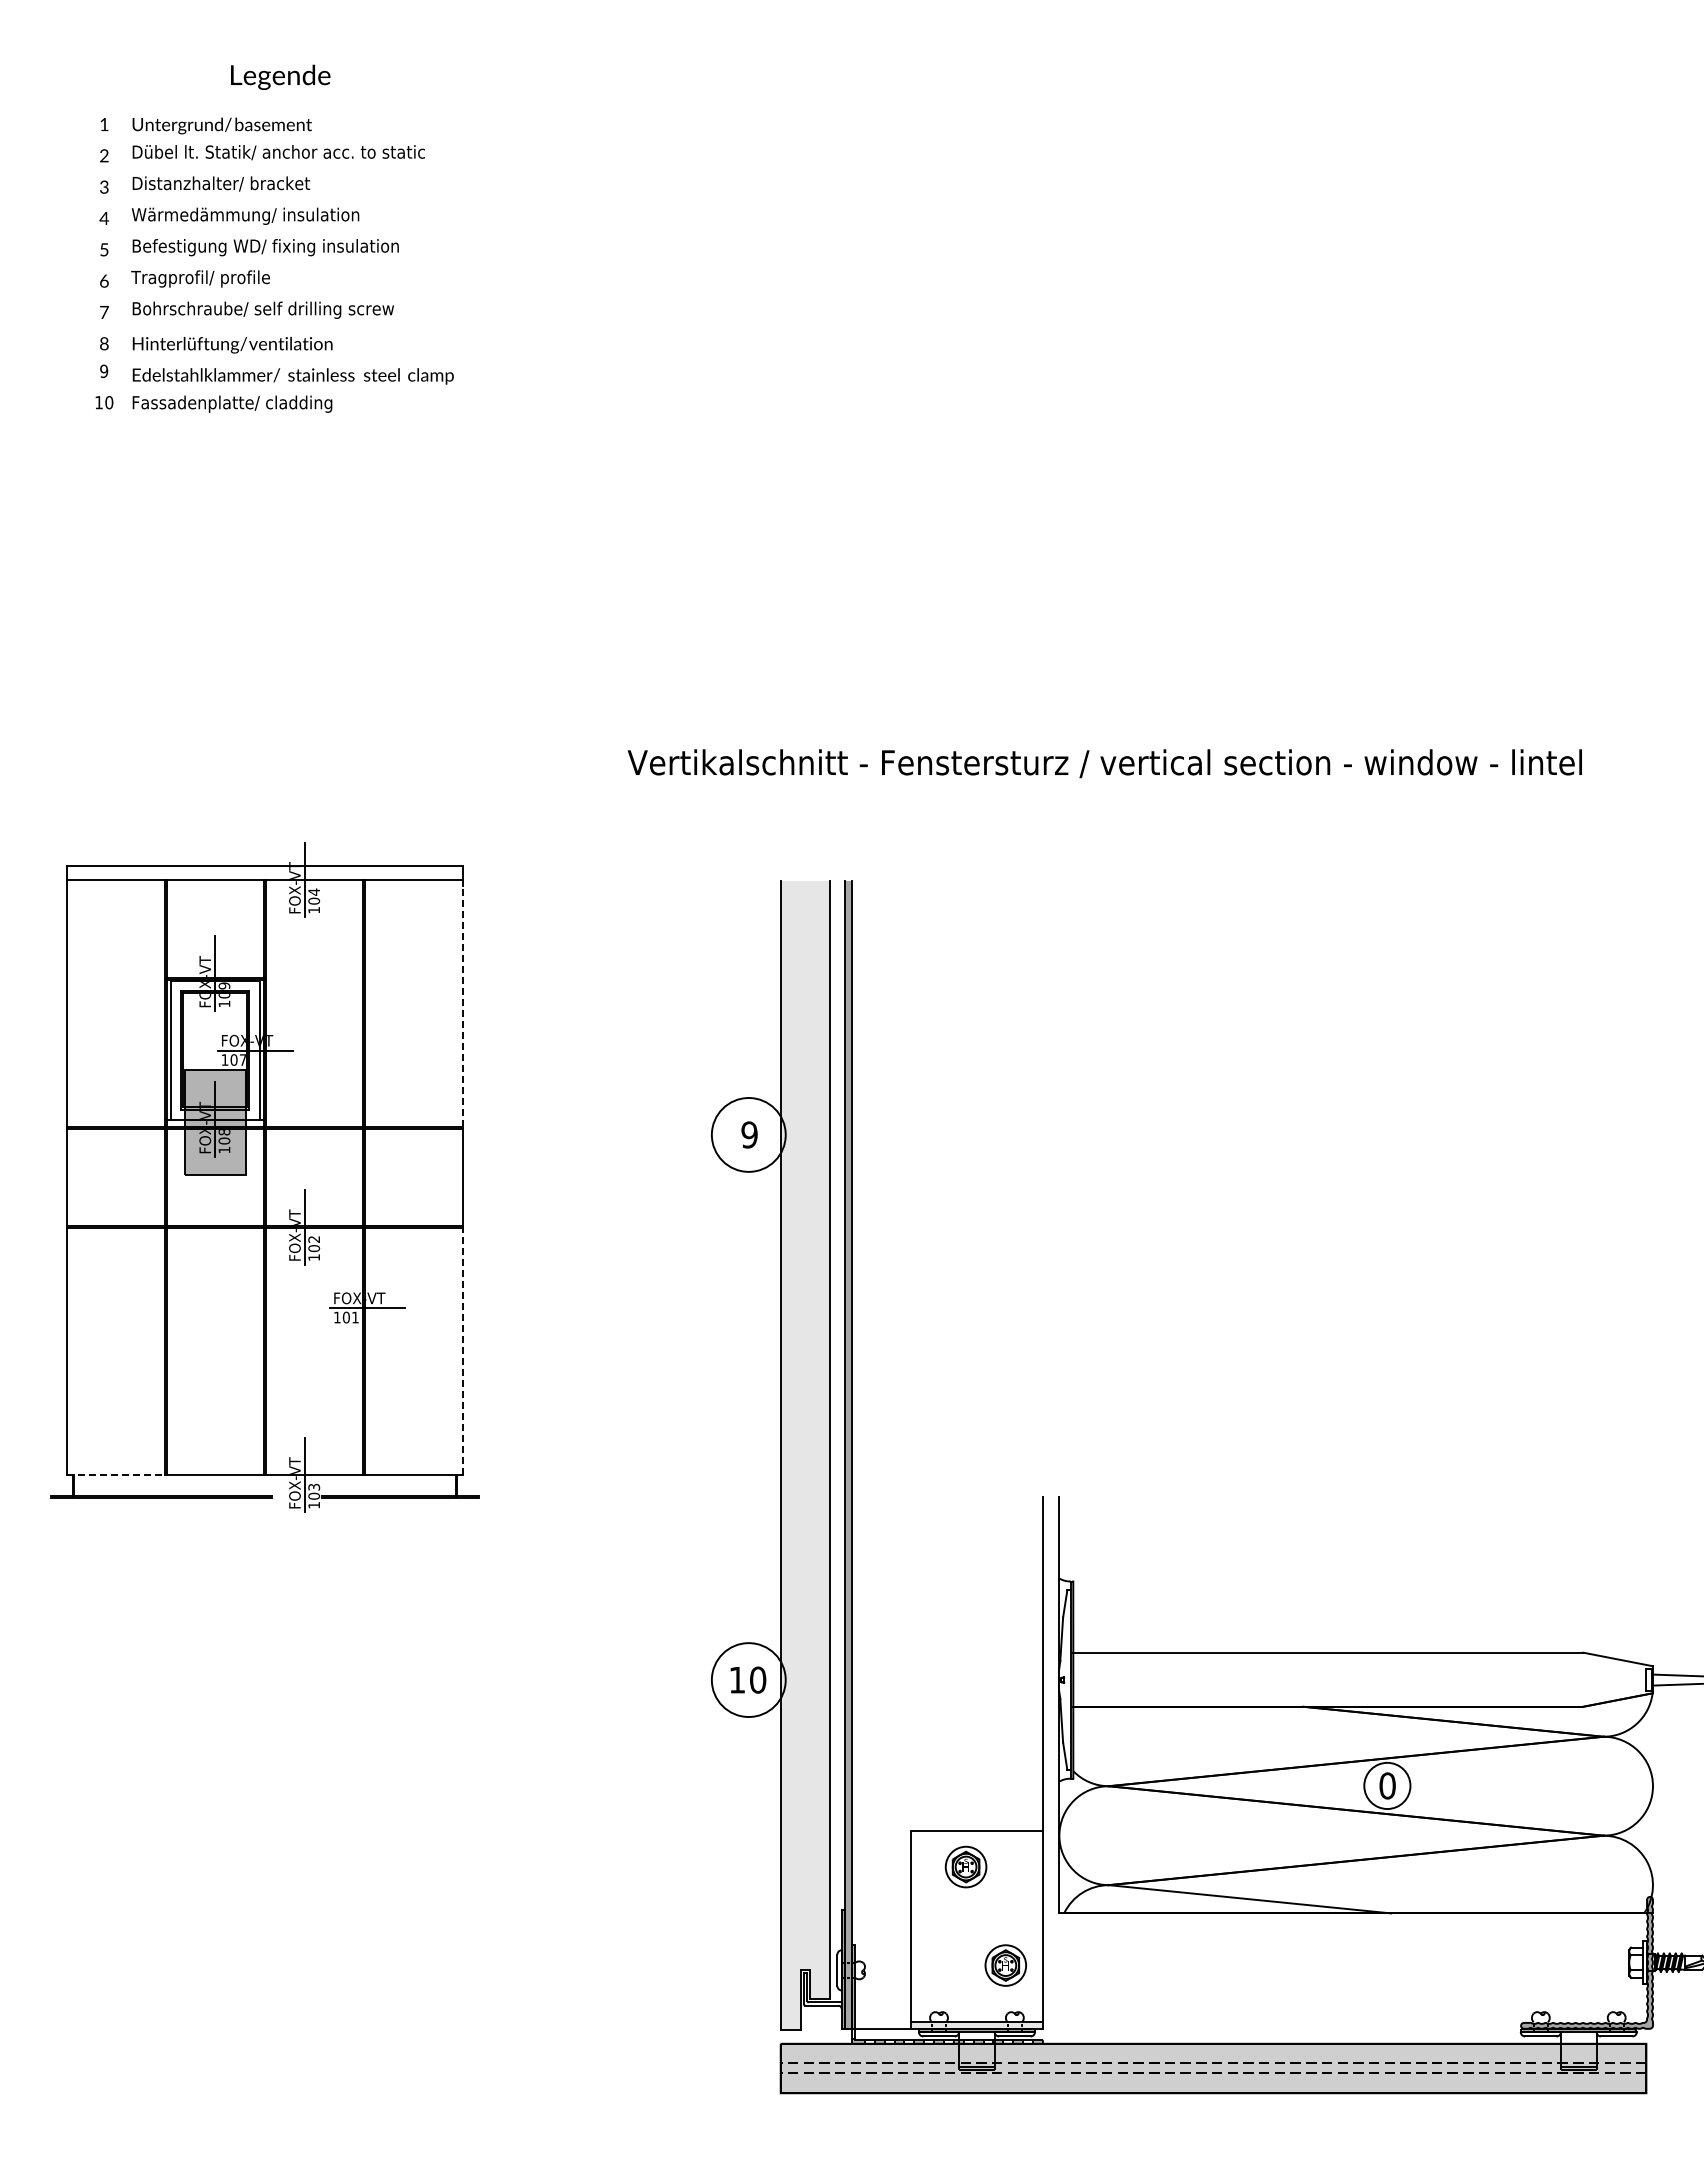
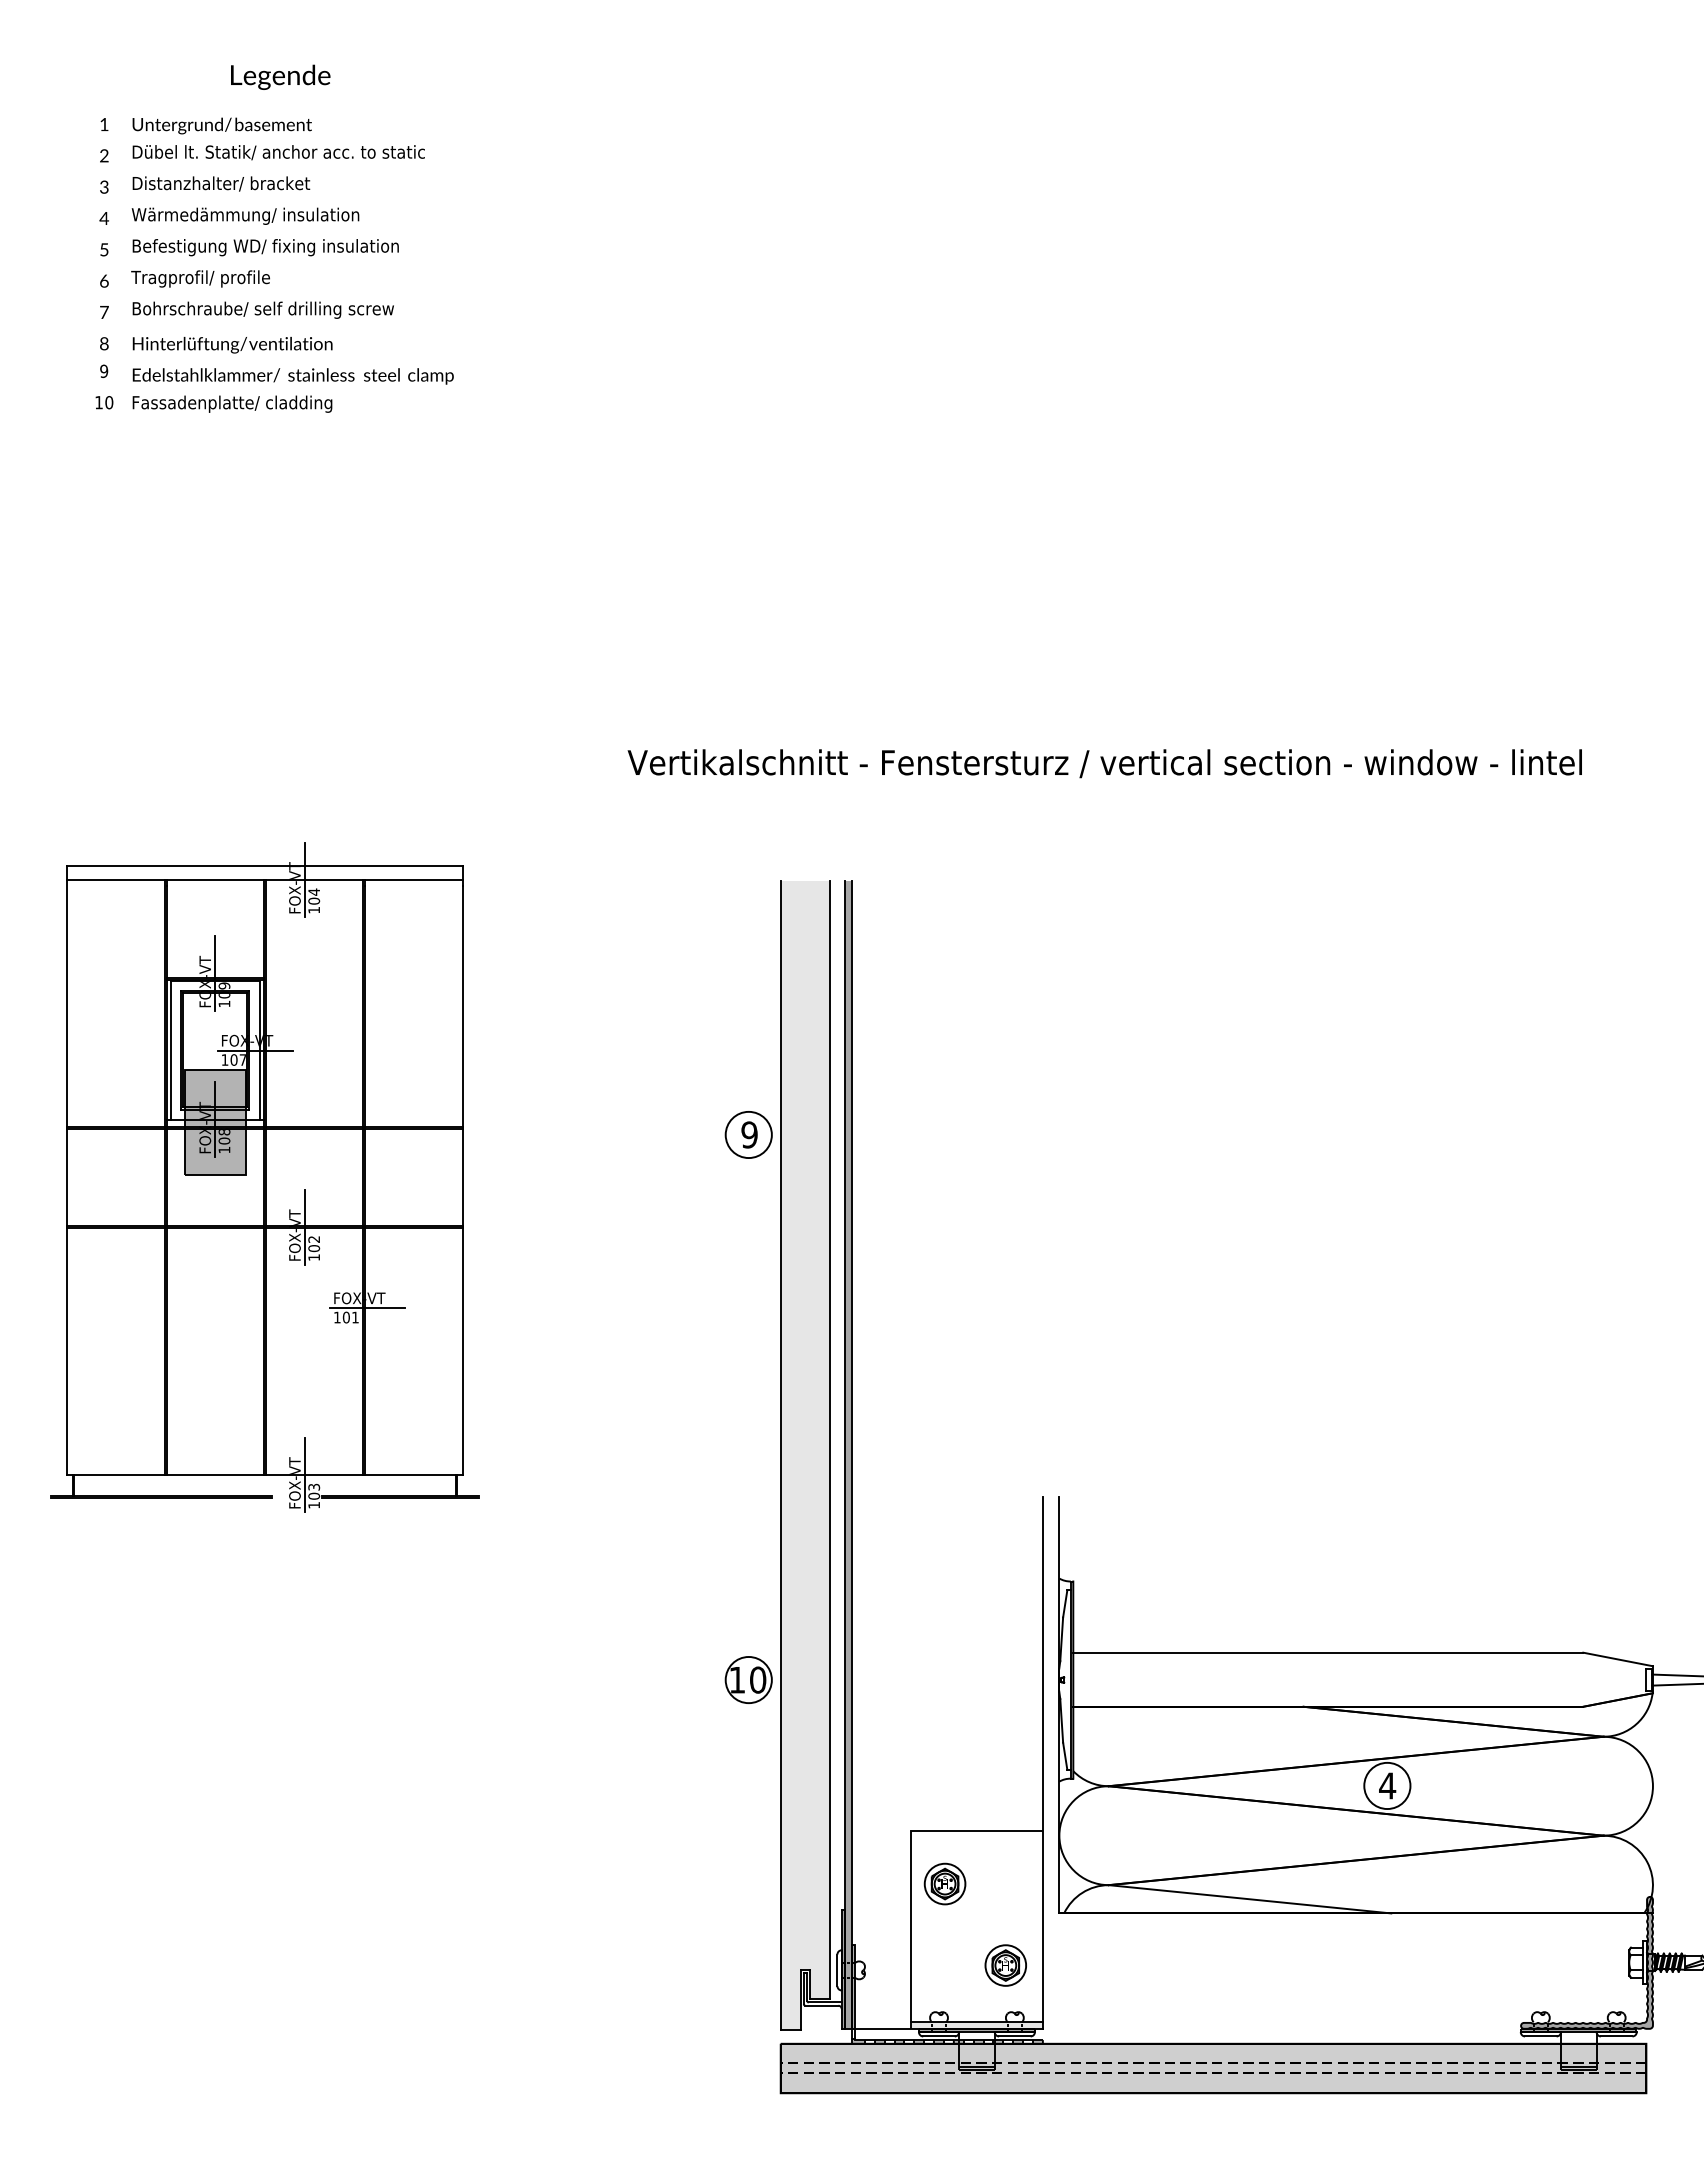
line at (462, 1006): dashed -> solid
circle at (748, 1134) diameter: 74 px -> 46 px
line at (462, 1351): dashed -> solid
line at (115, 1474): dashed -> solid
circle at (748, 1680) diameter: 74 px -> 46 px
text at (1387, 1785): 0 -> 4
part at (965, 1866) position: (965, 1866) -> (944, 1883)
